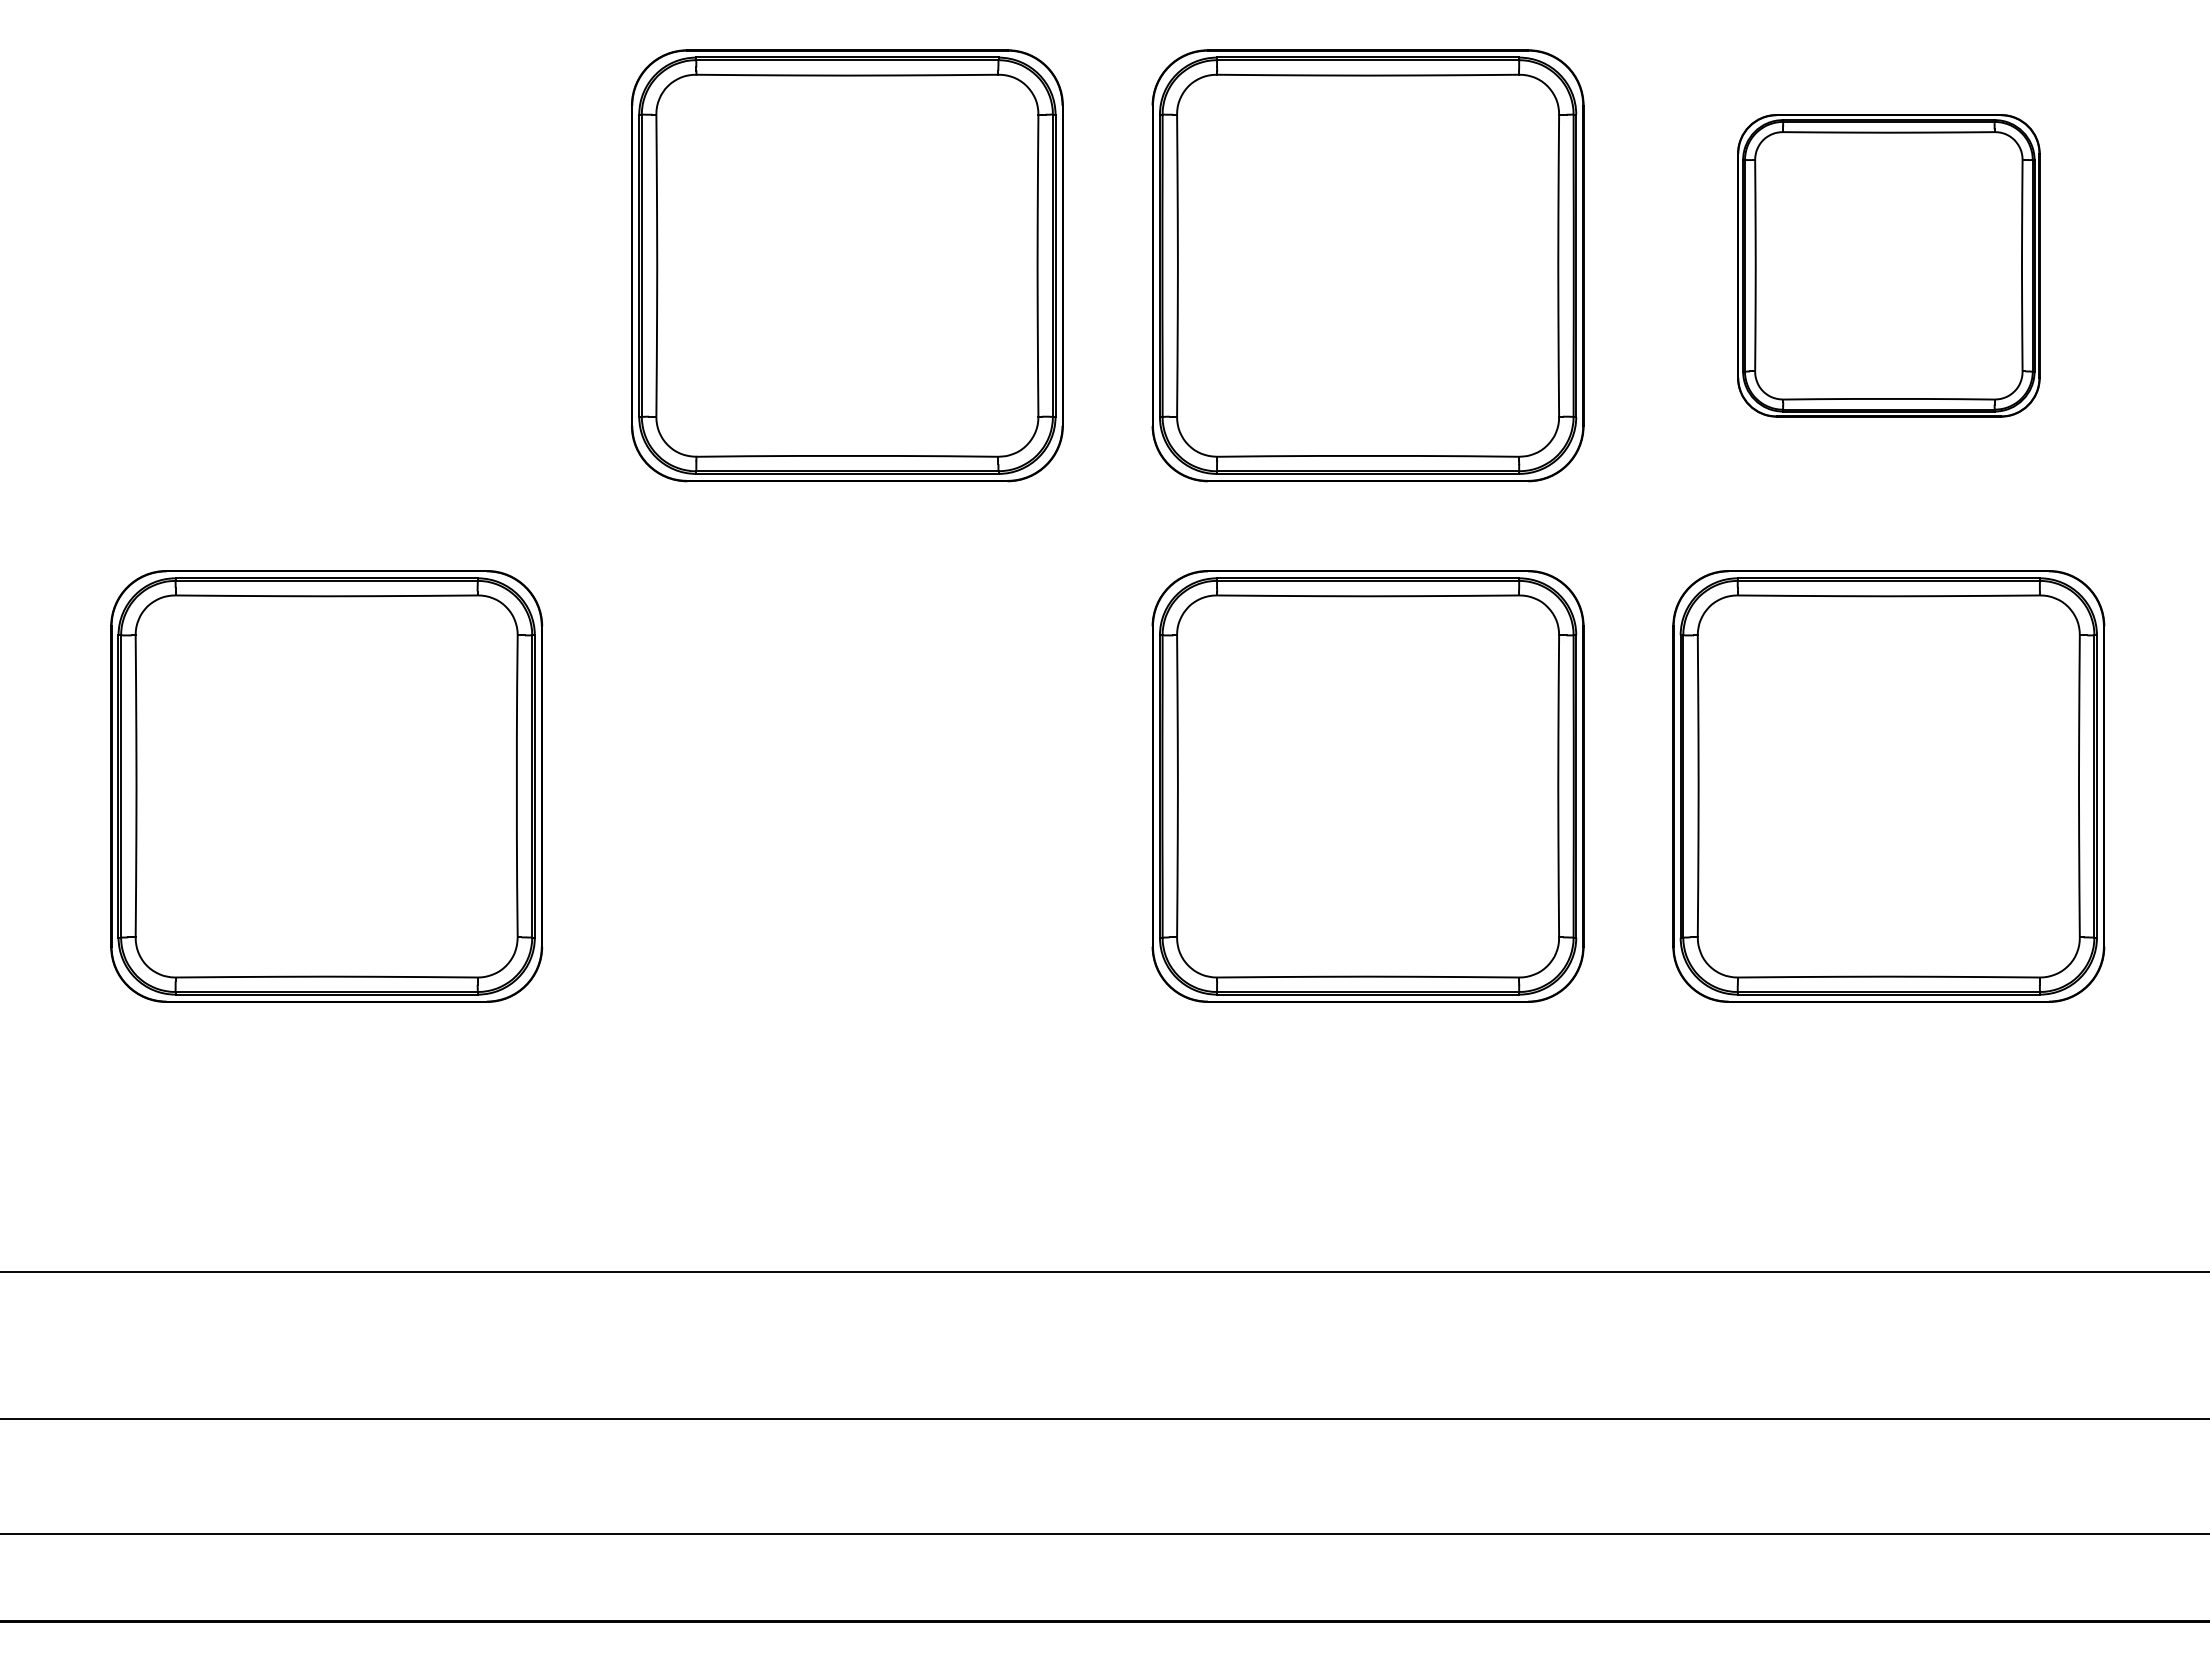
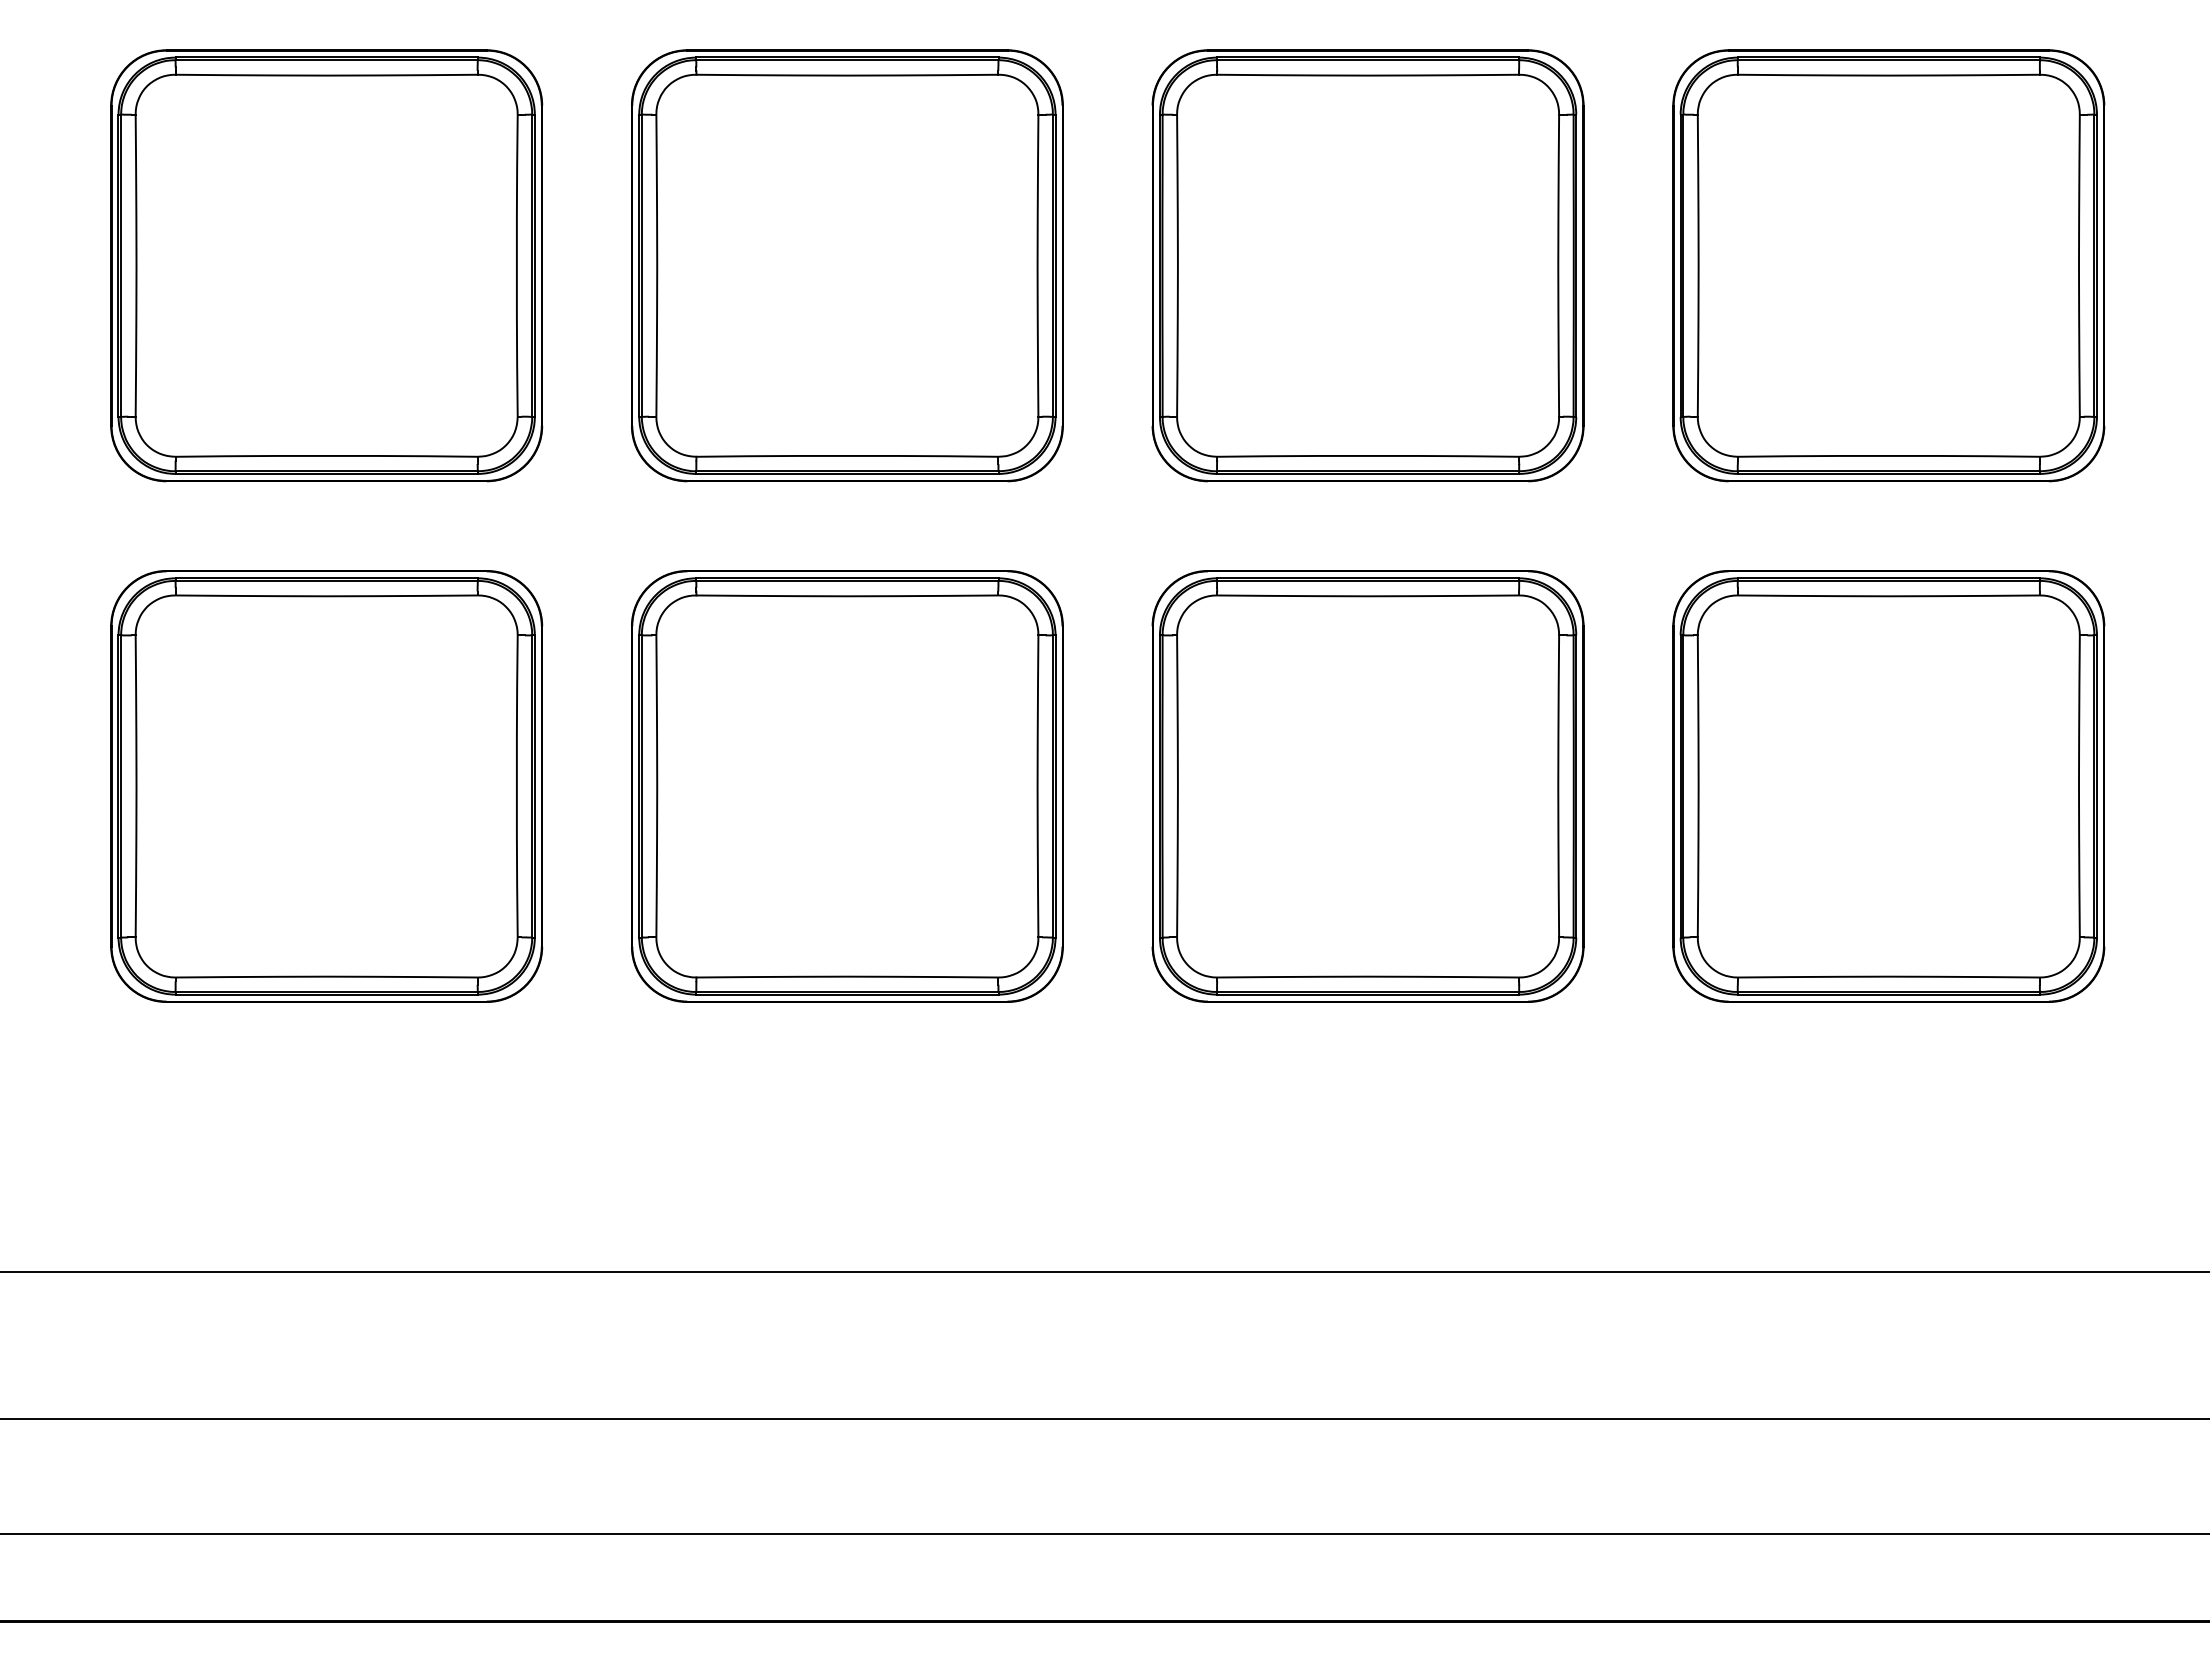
part at (326, 265): none -> present
part at (1888, 265) size: 304x304 px -> 434x434 px
part at (847, 786): none -> present
